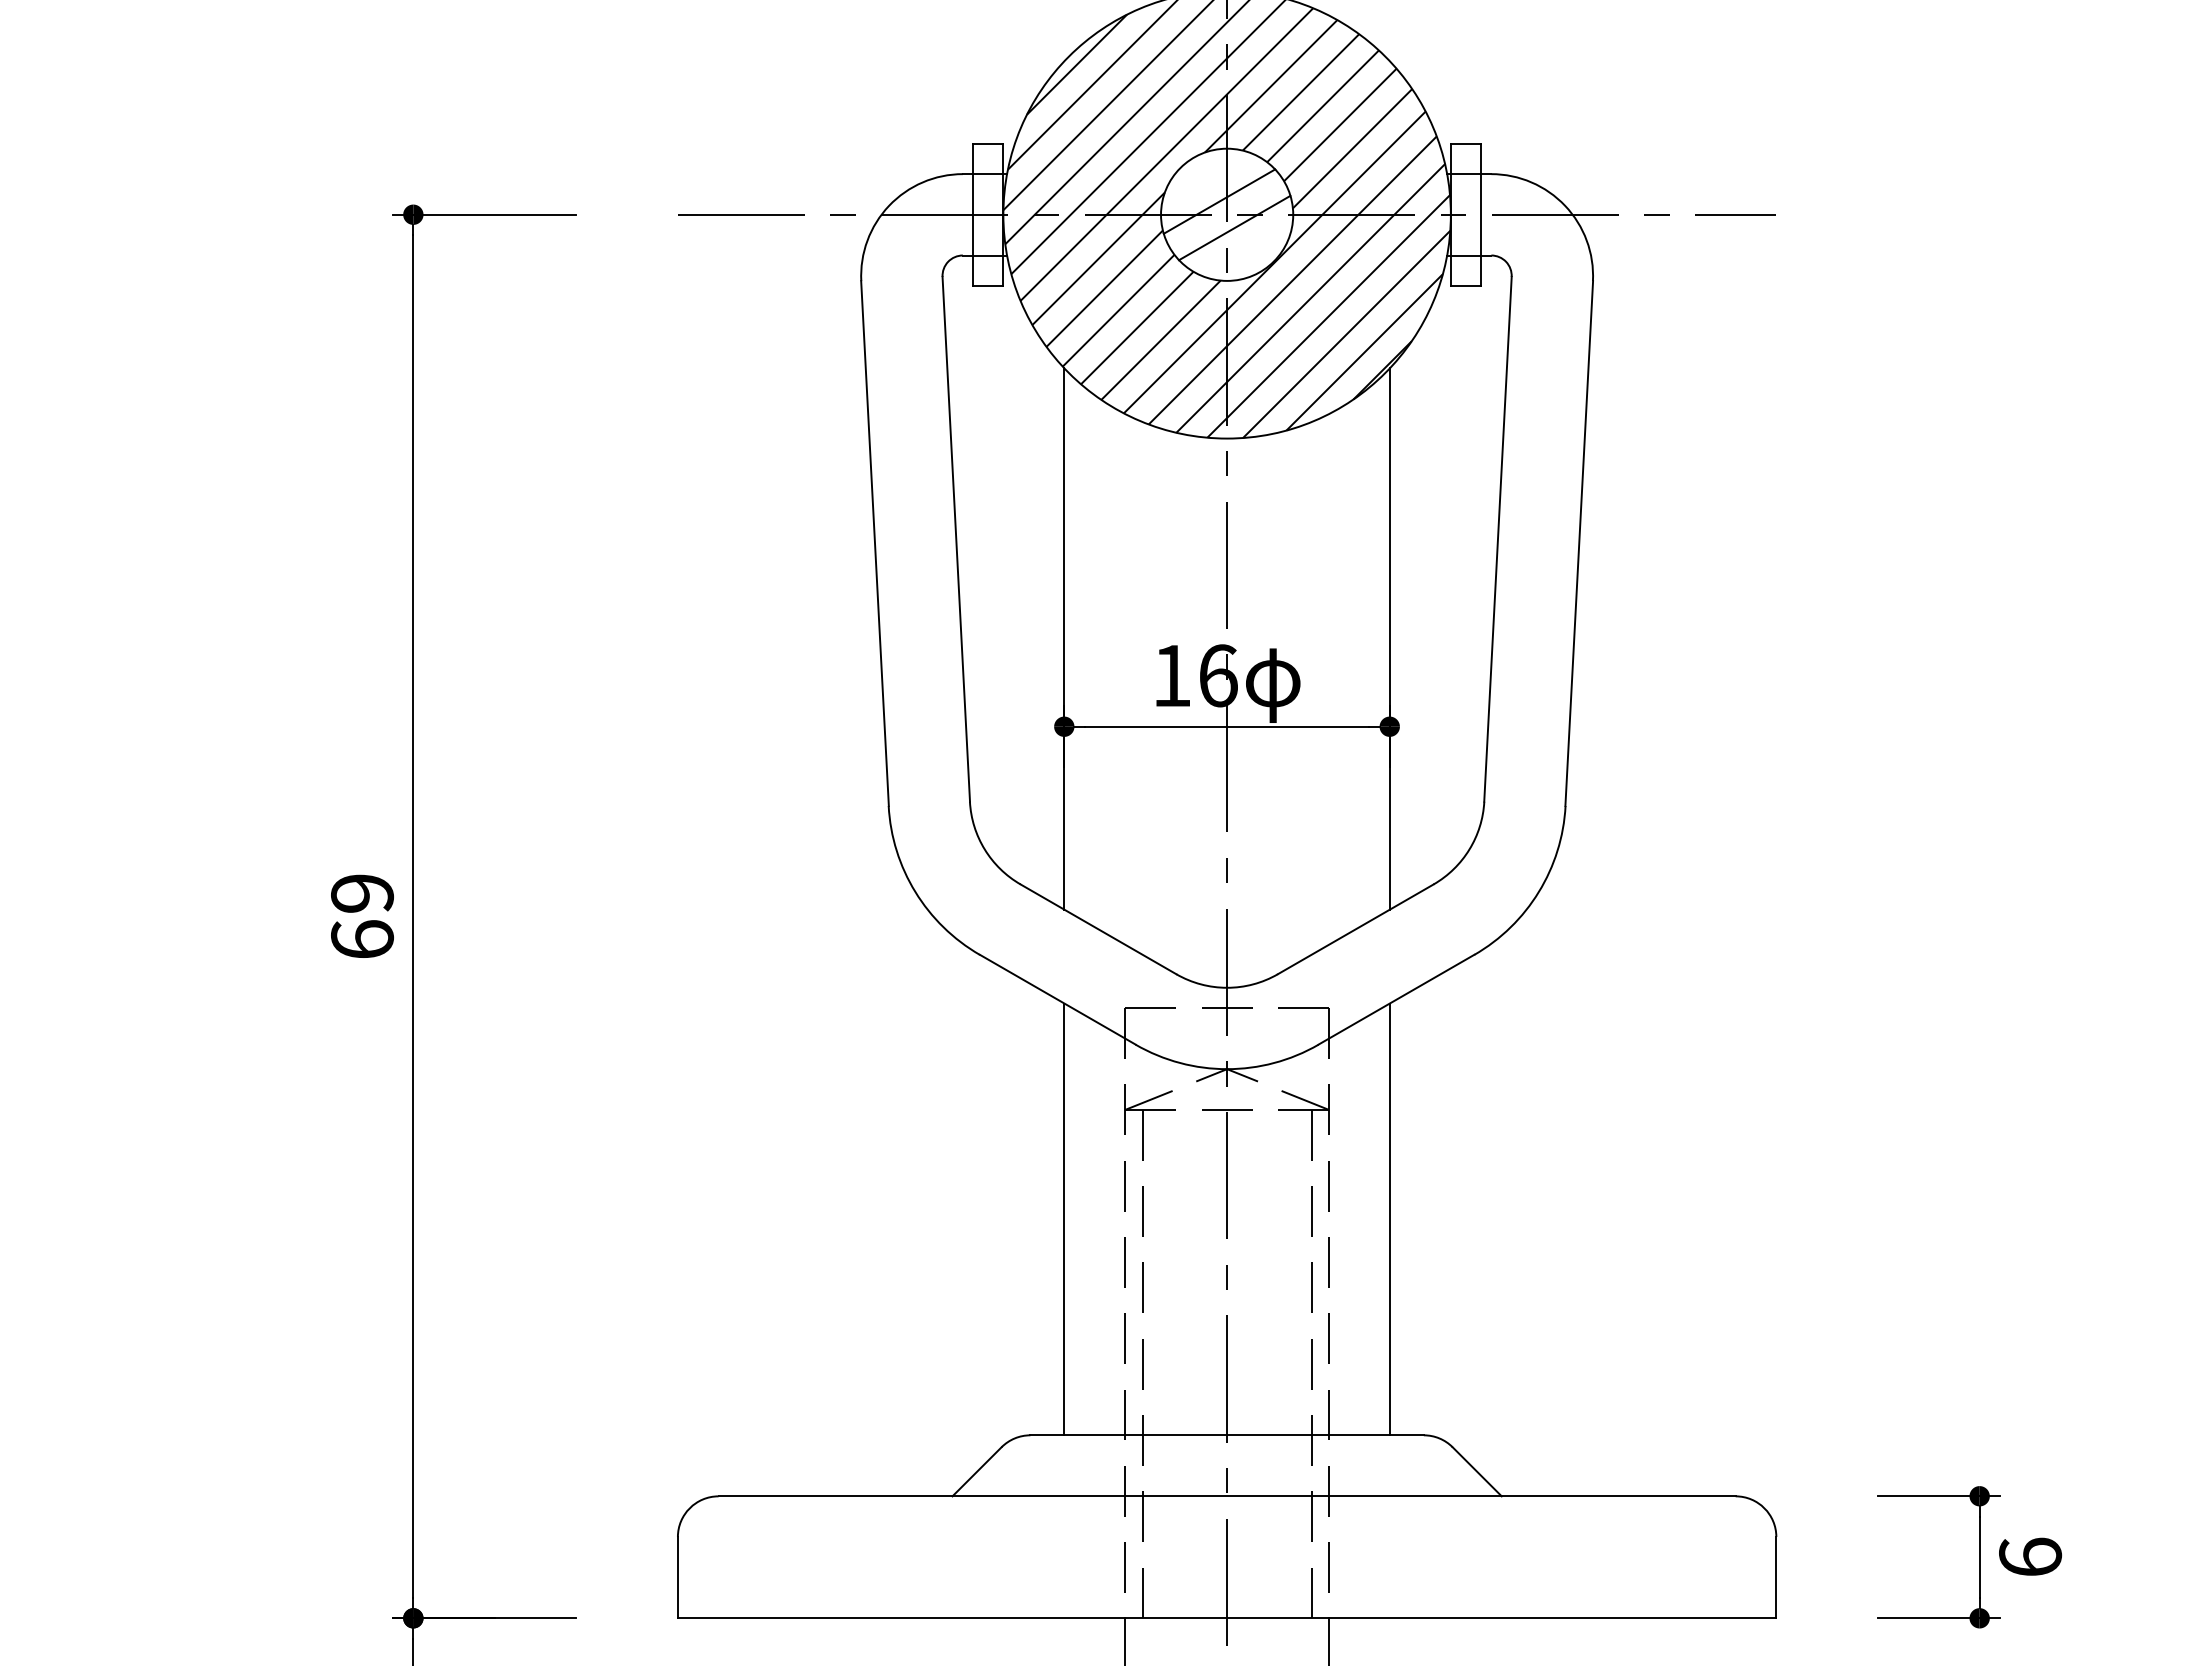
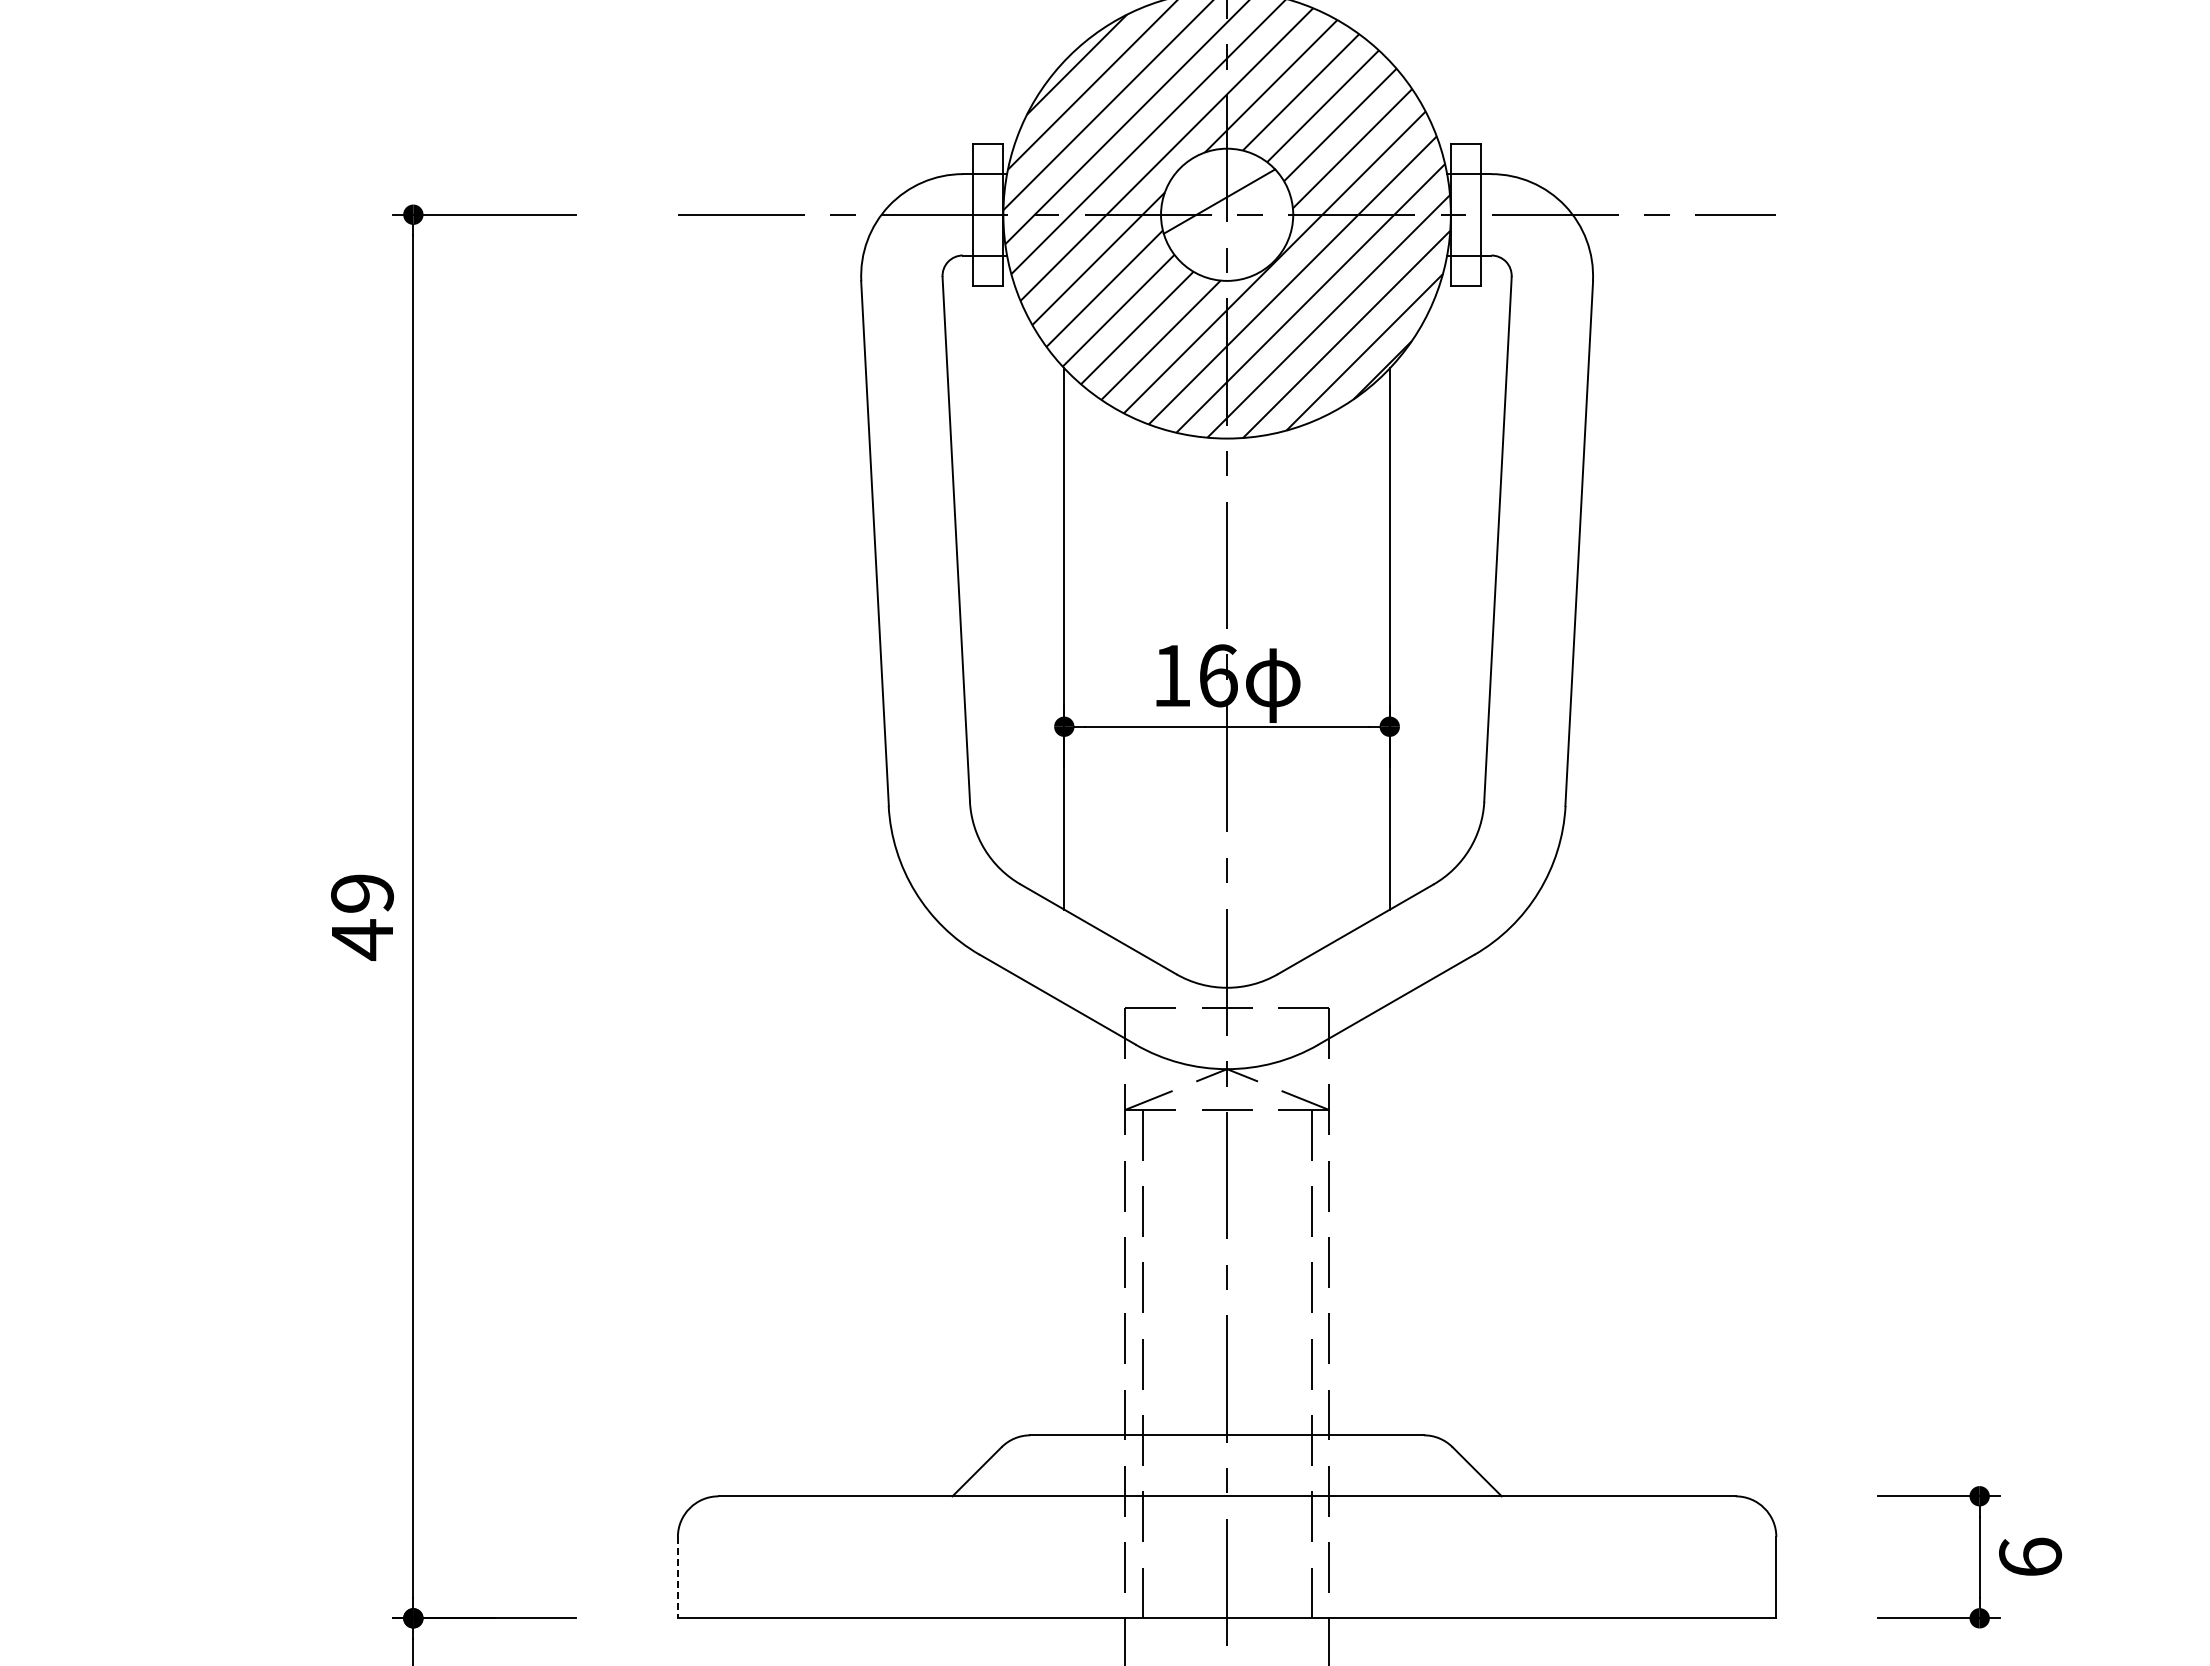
line at (1234, 227): present -> none
text at (362, 939): 69 -> 49
line at (1064, 1219): present -> none
line at (1389, 1219): present -> none
line at (677, 1577): solid -> dashed
